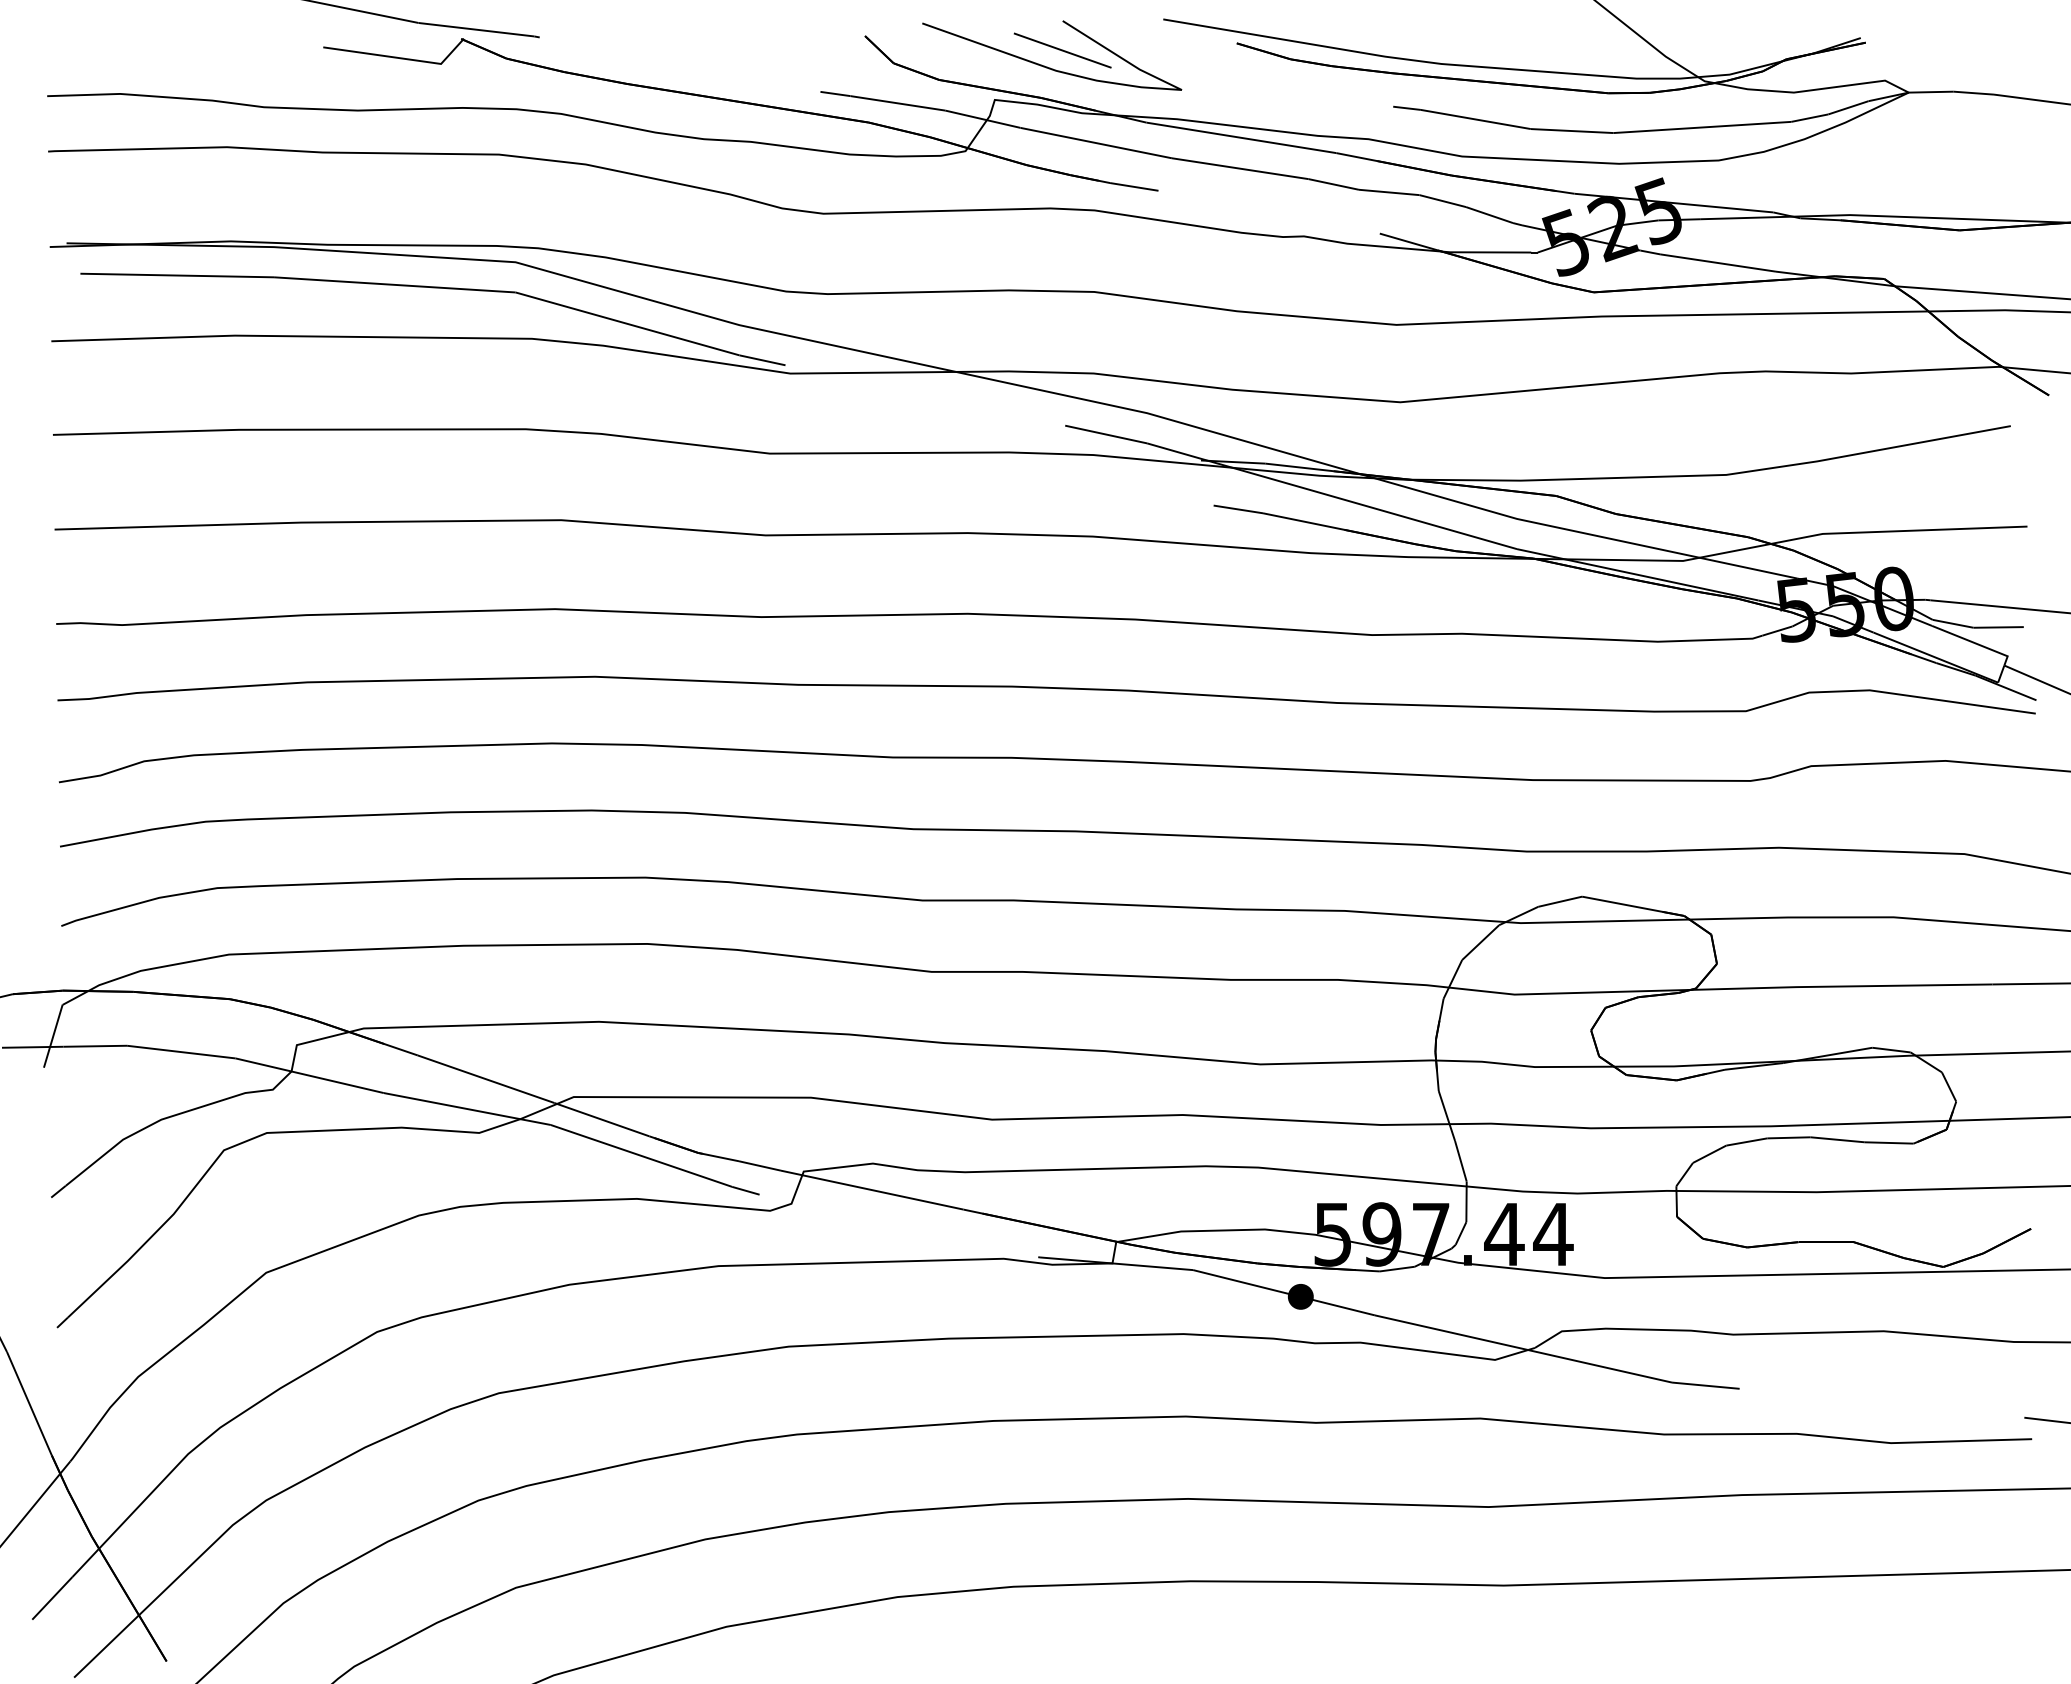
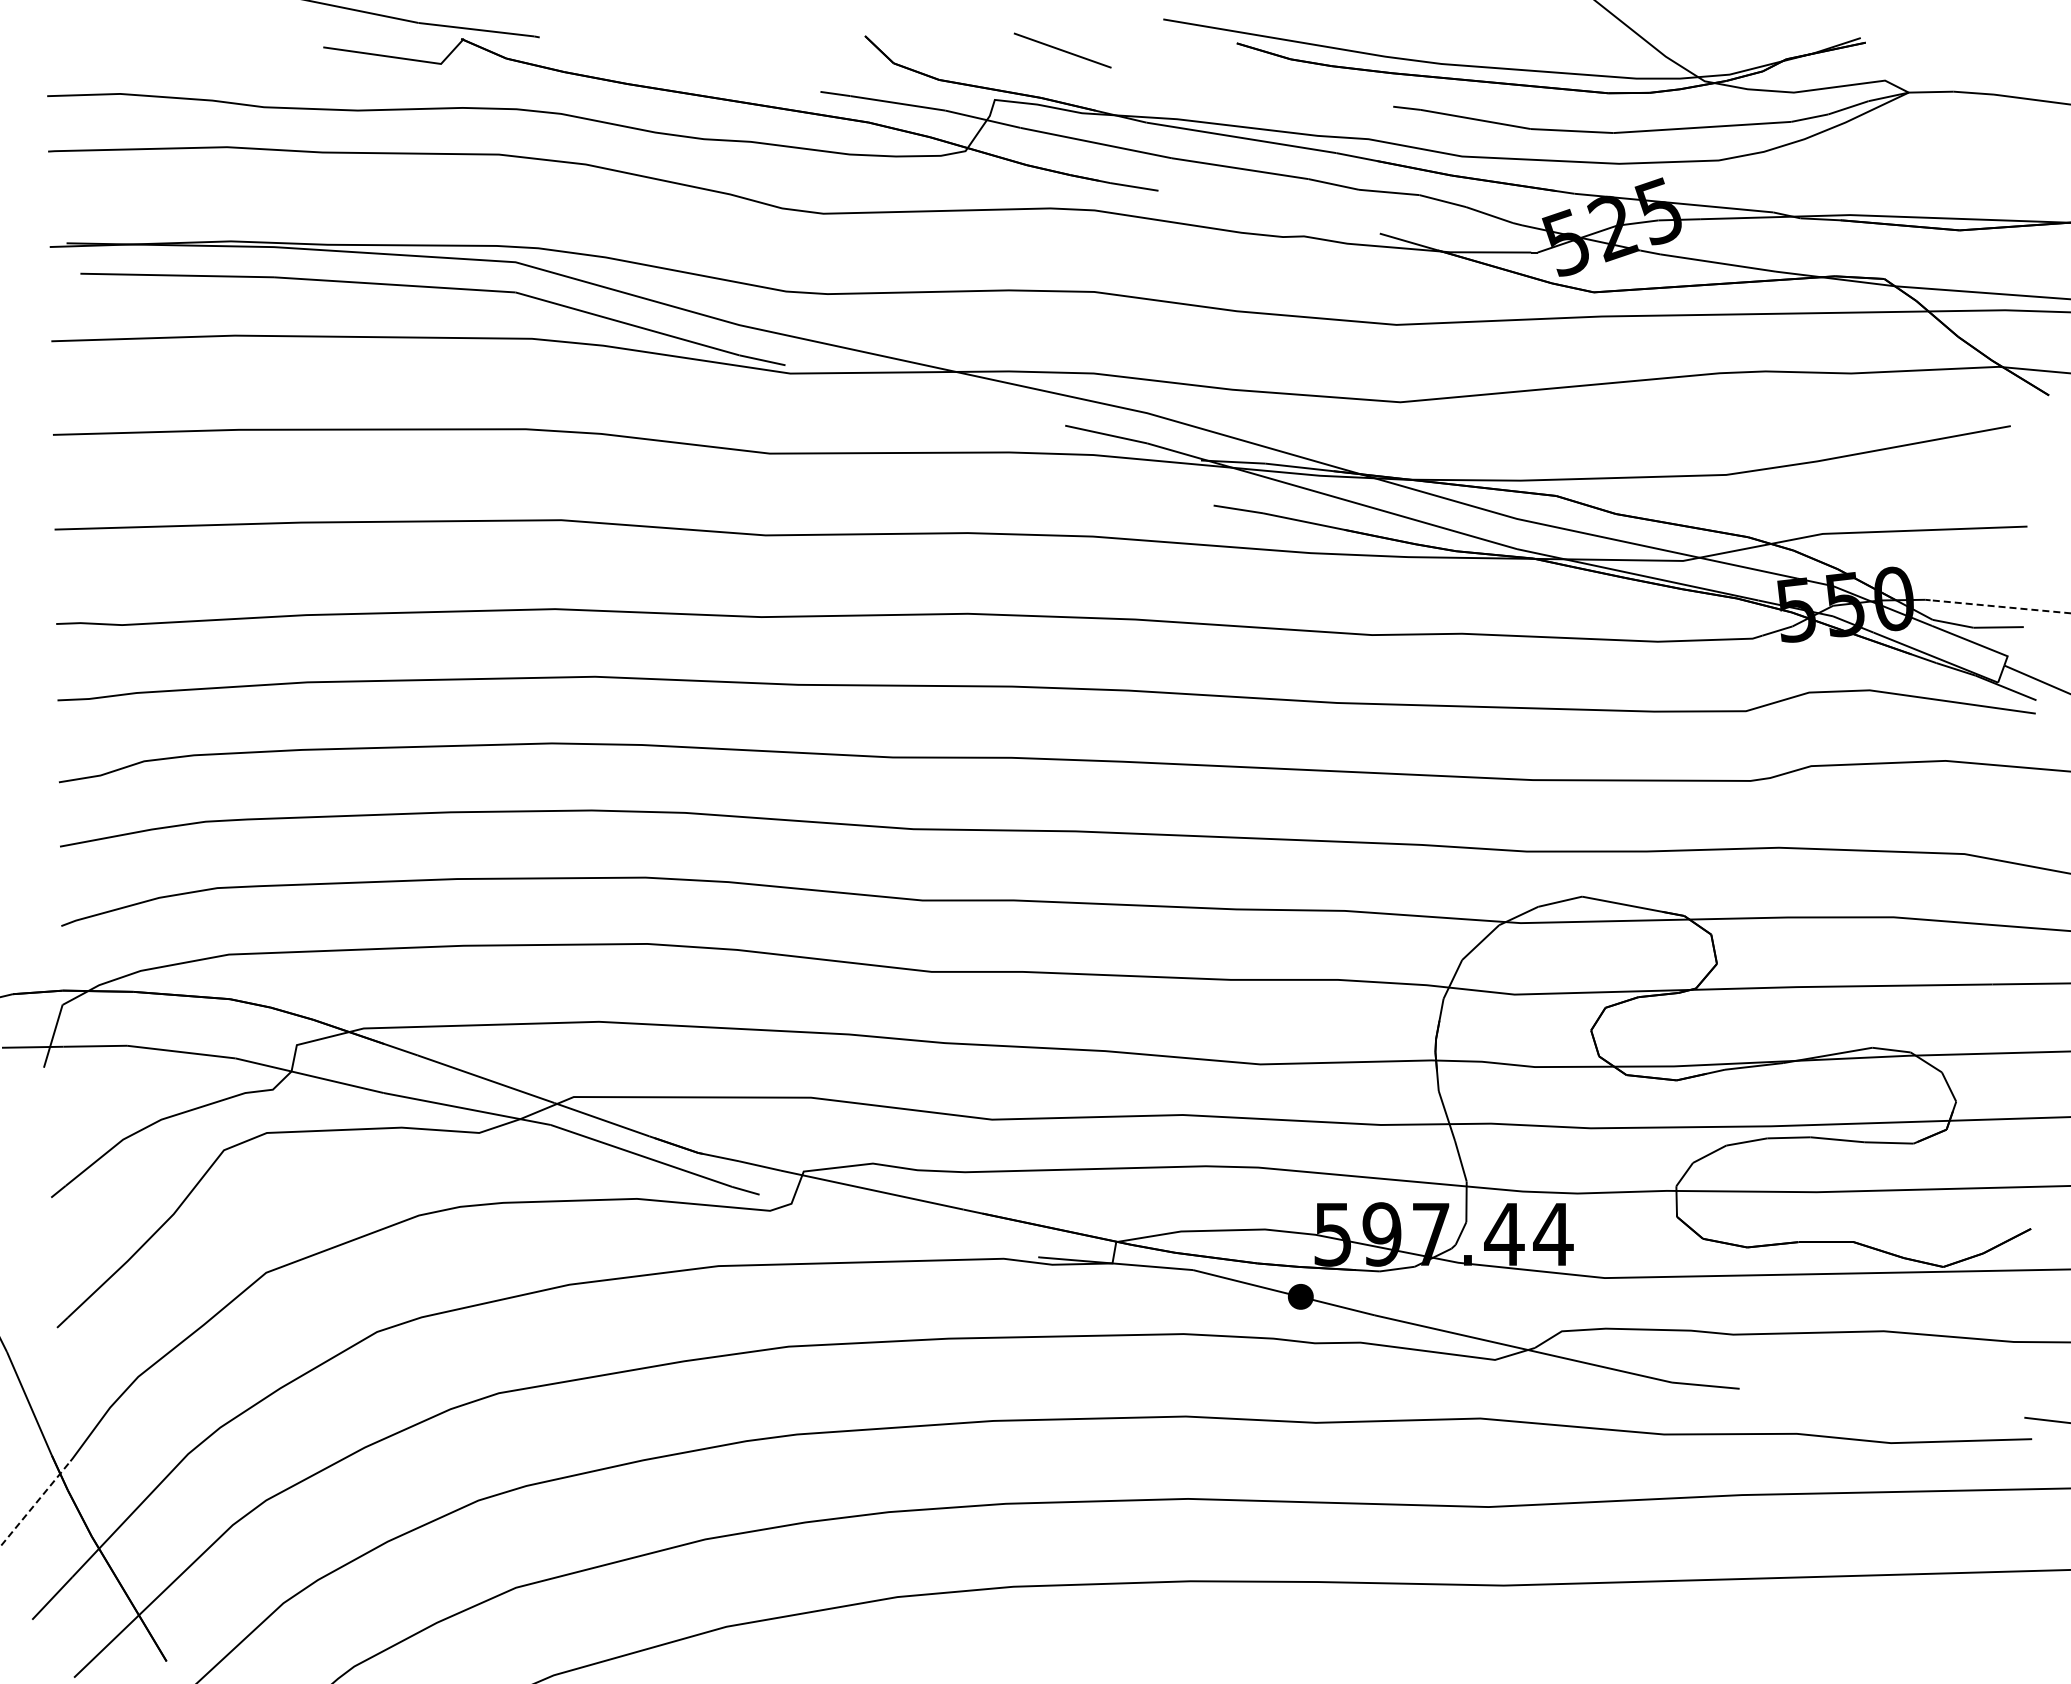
curve at (1047, 66): present -> none
line at (2000, 606): solid -> dashed
line at (35, 1503): solid -> dashed
